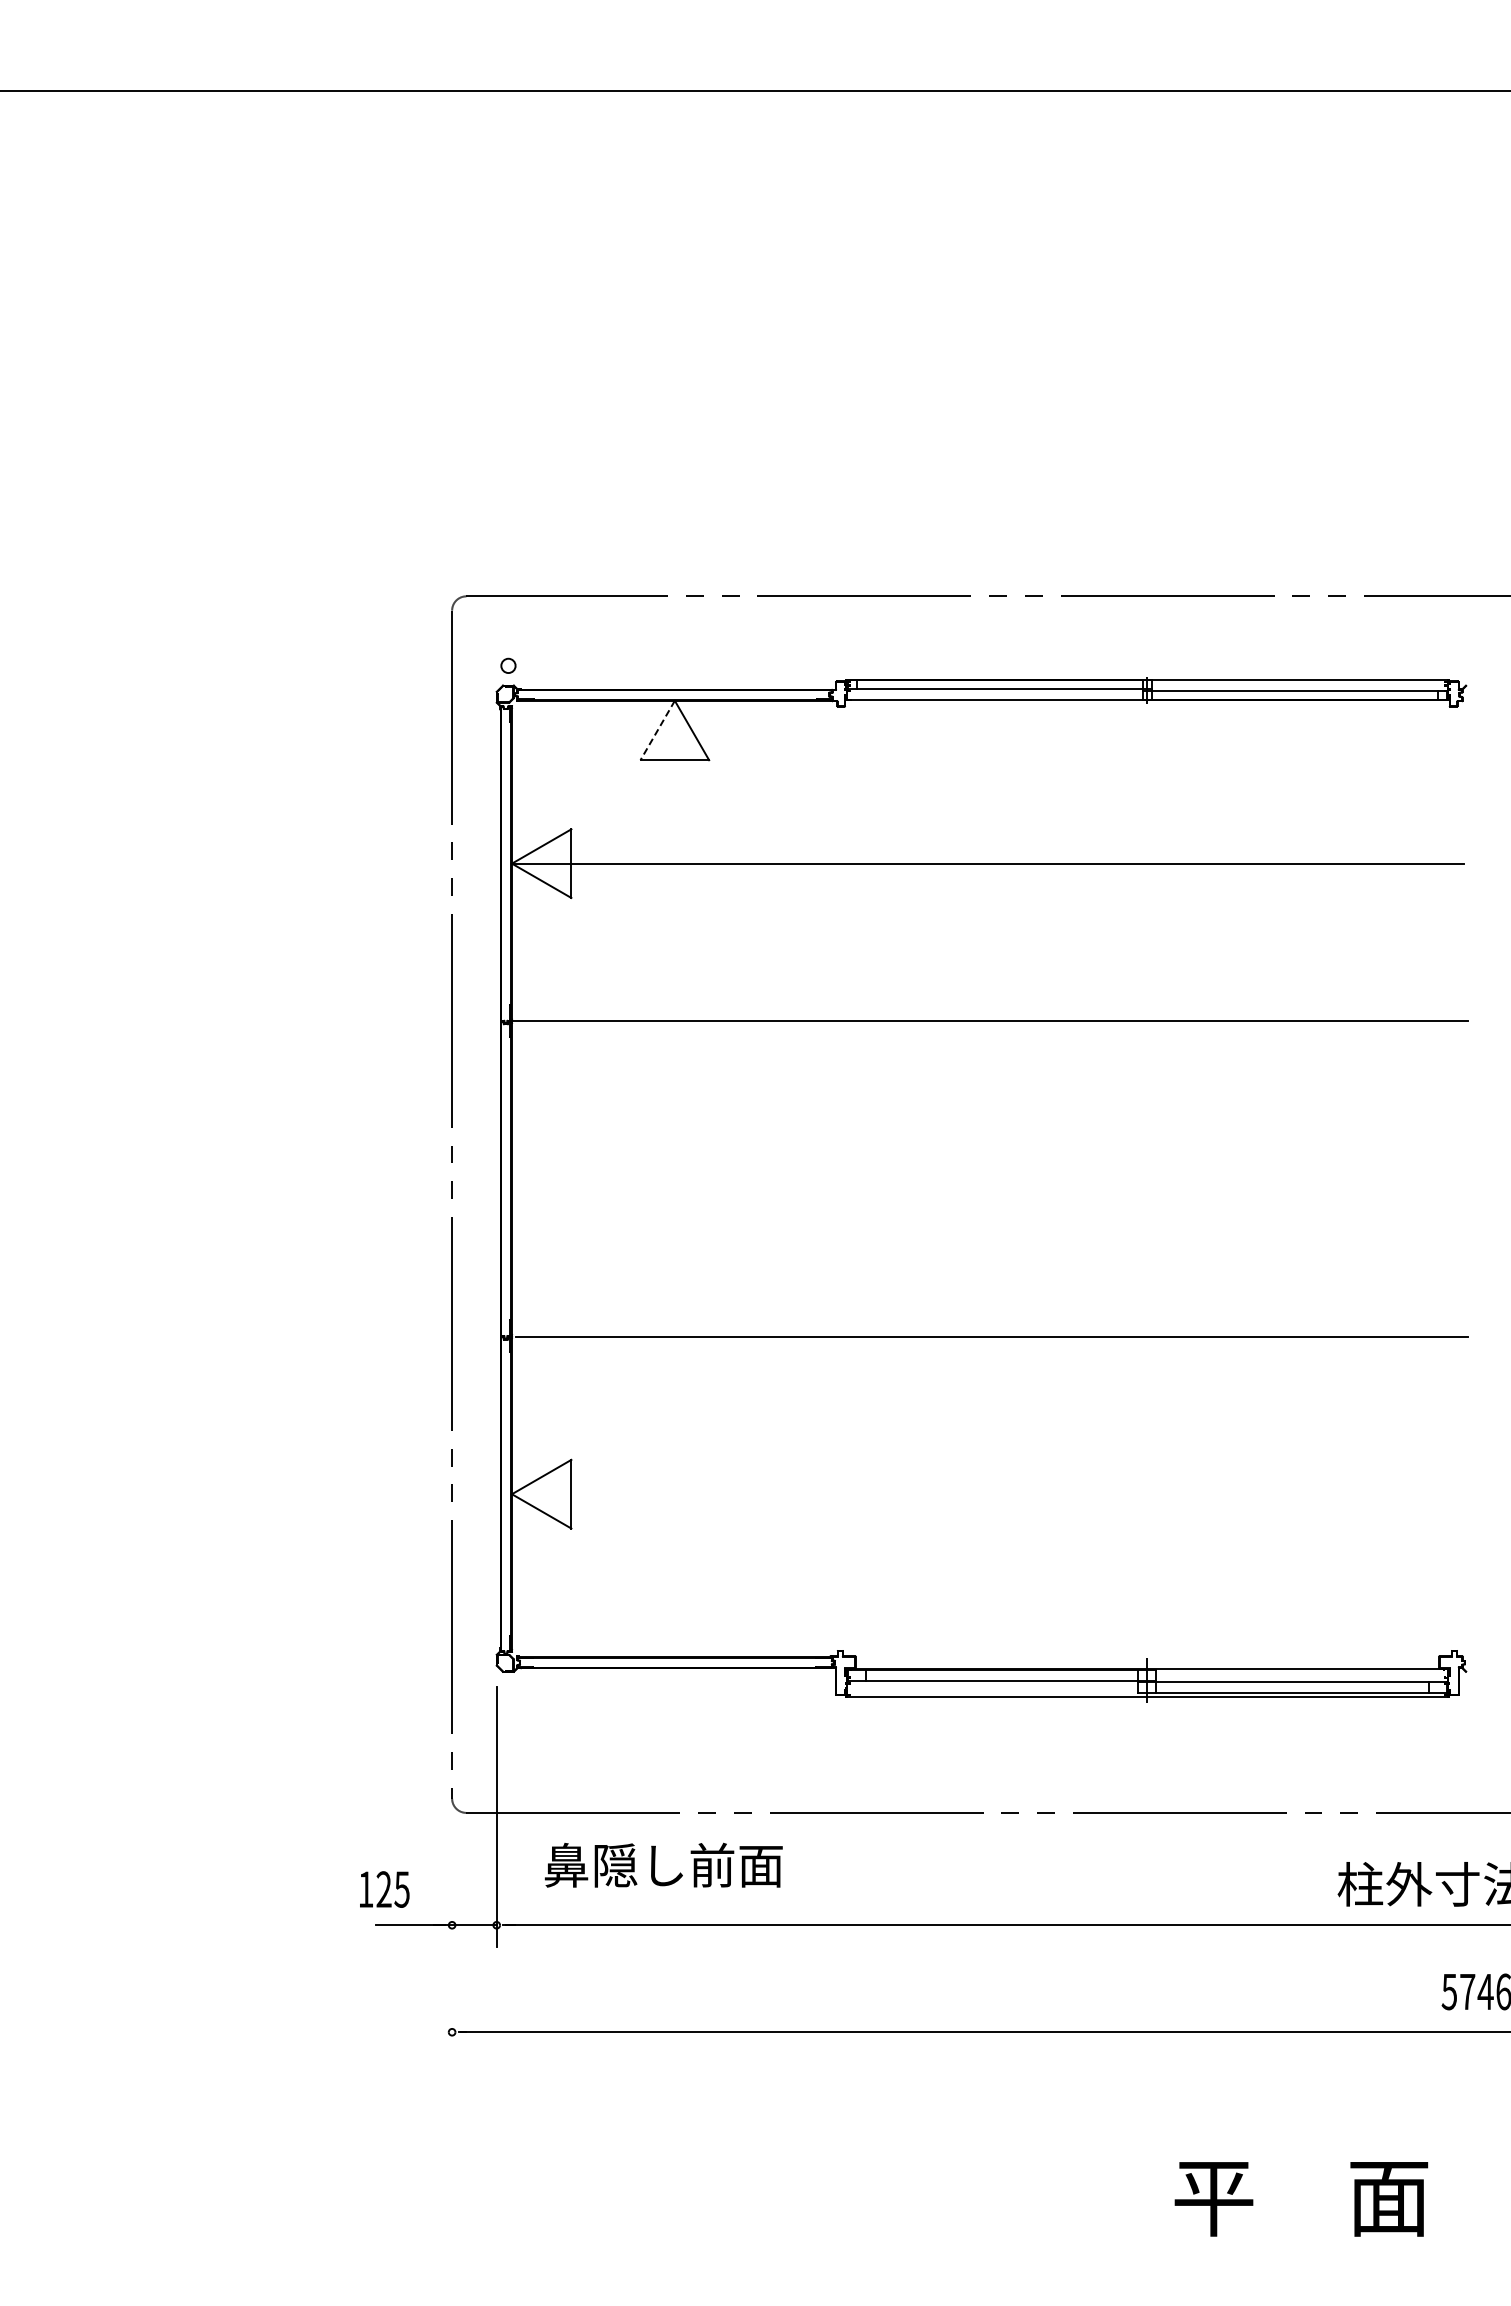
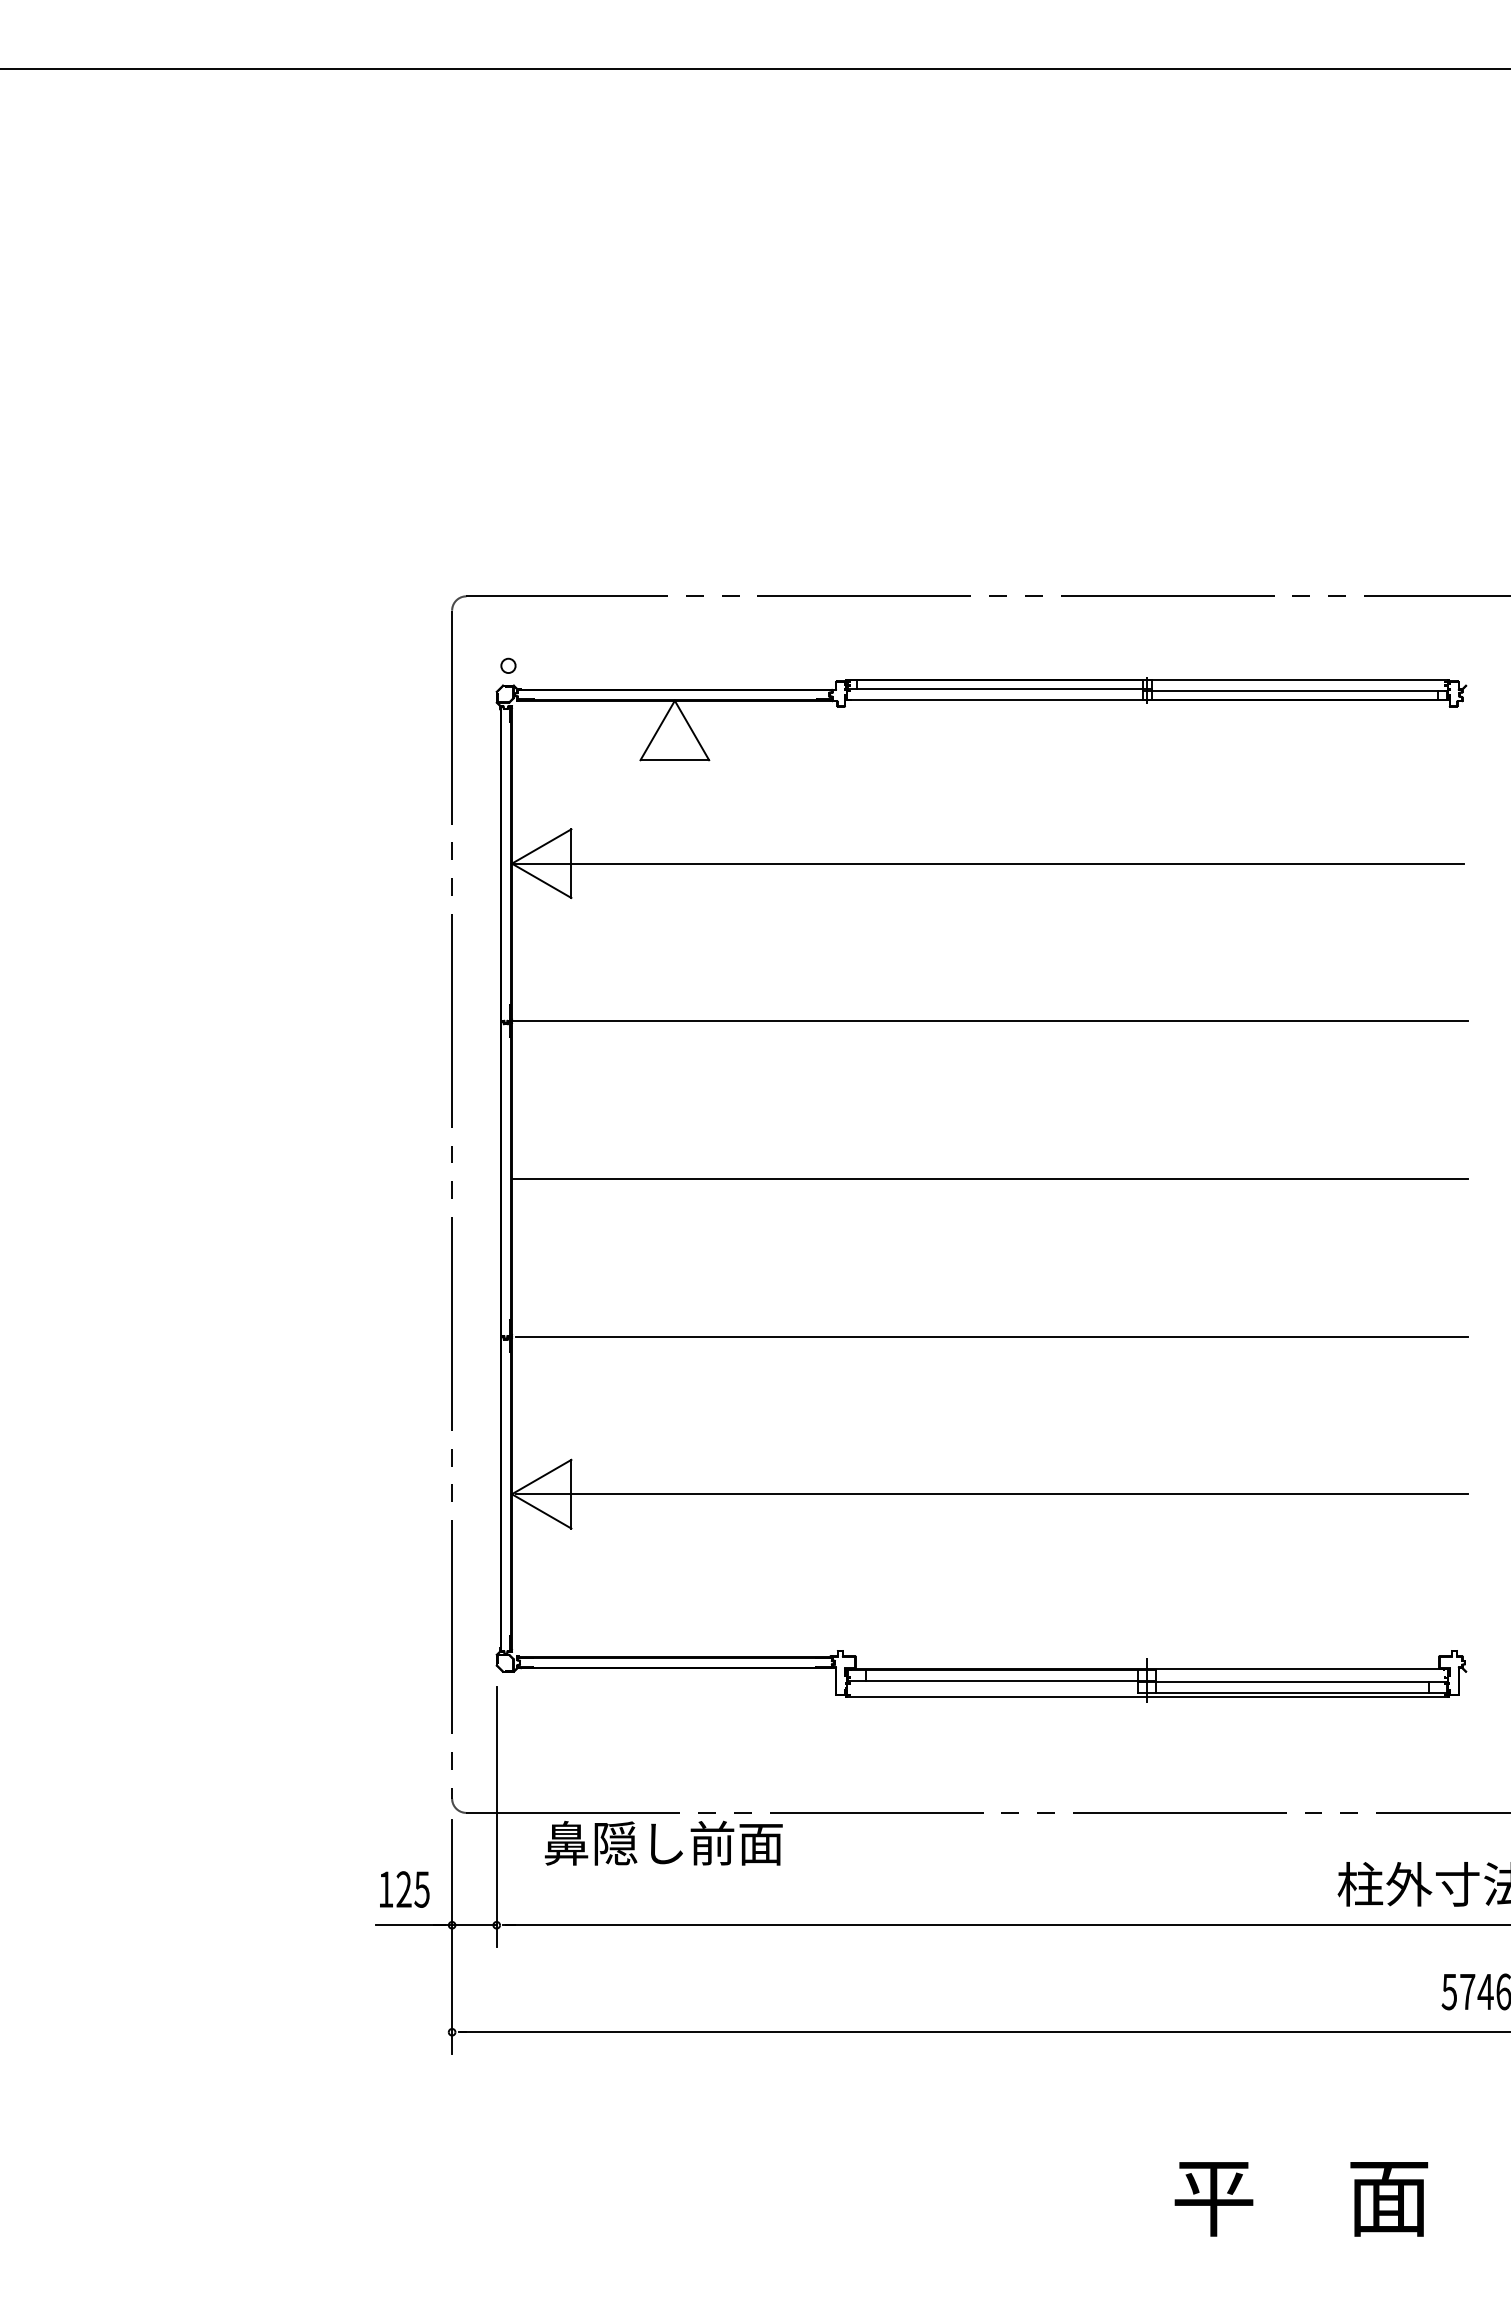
line at (754, 91) position: (754, 91) -> (754, 69)
line at (657, 730): dashed -> solid
line at (989, 1178): none -> present
line at (992, 1494): none -> present
text at (663, 1864) position: (663, 1864) -> (663, 1842)
text at (384, 1889) position: (384, 1889) -> (404, 1889)
line at (452, 1936): none -> present
